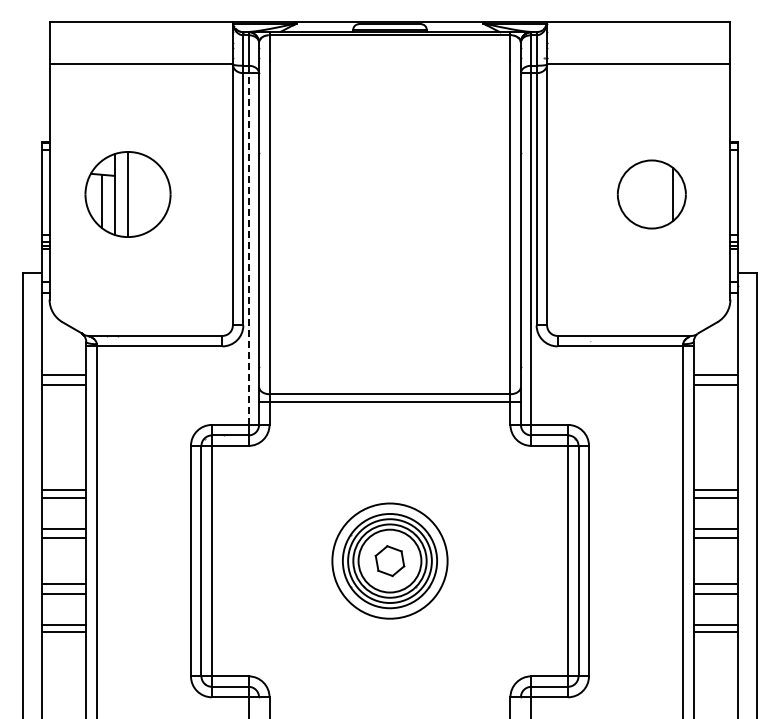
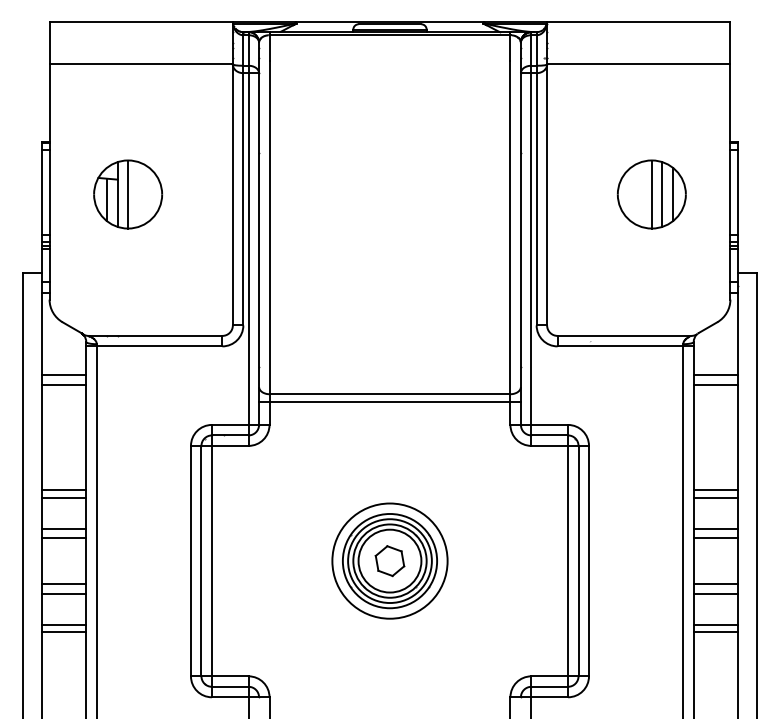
part at (127, 194) size: 88x87 px -> 71x71 px
line at (651, 194): none -> present
line at (662, 194): none -> present
line at (248, 249): dashed -> solid
